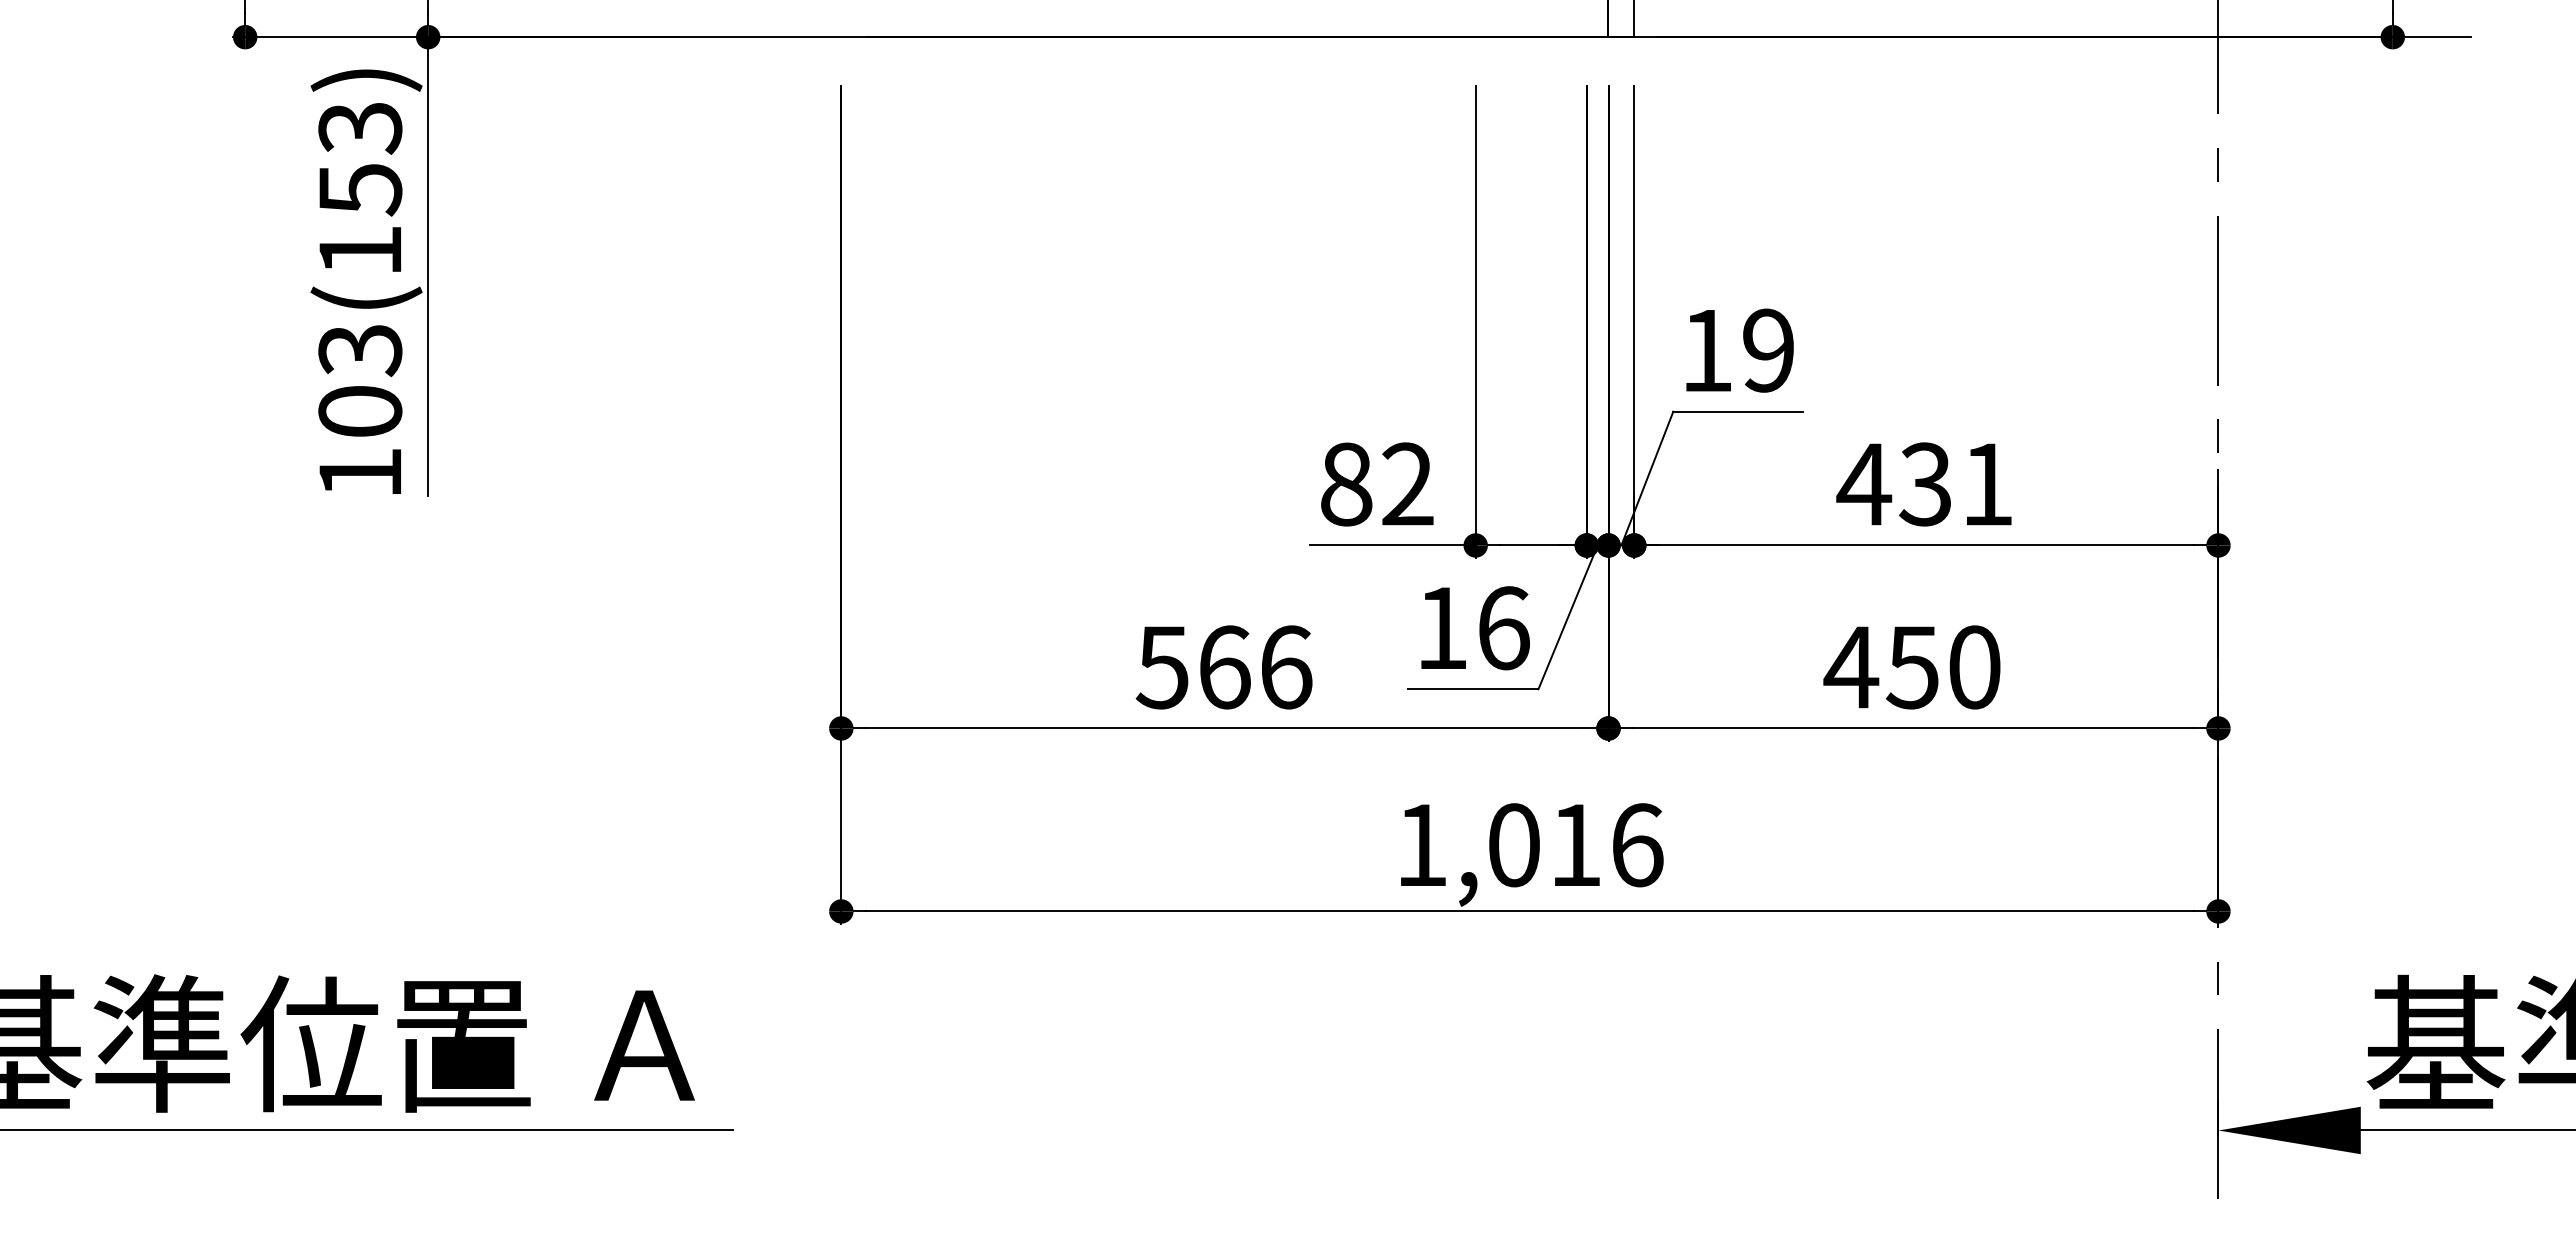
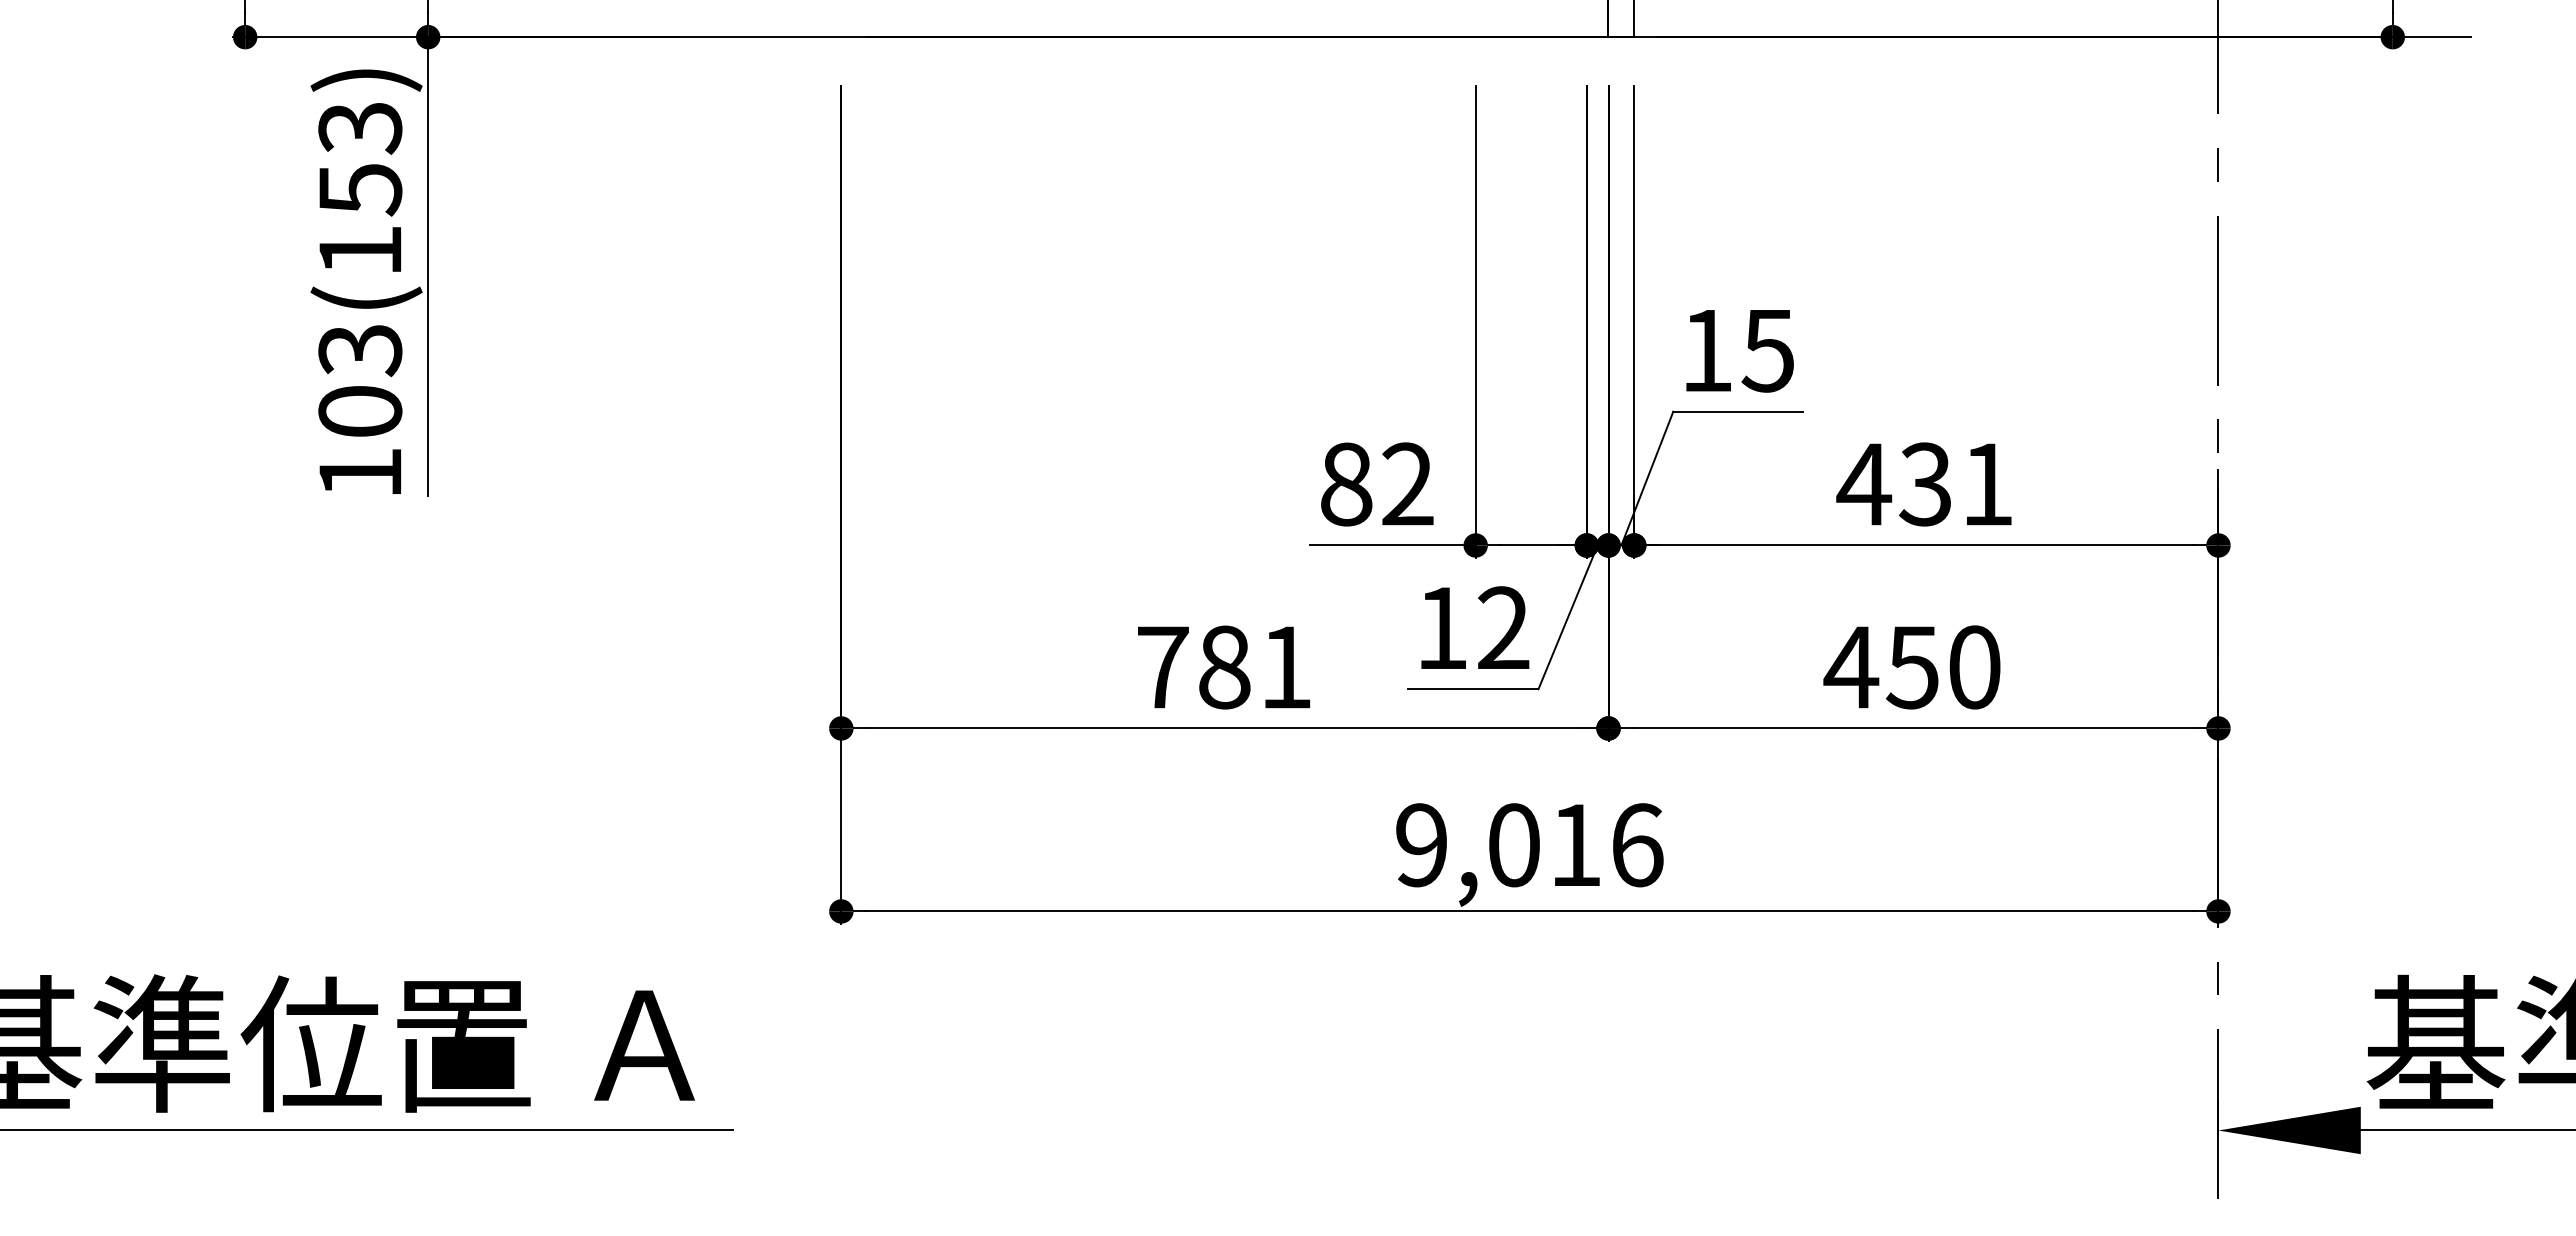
text at (1767, 350): 19 -> 15
text at (1503, 628): 16 -> 12
text at (1223, 667): 566 -> 781
text at (1421, 845): 1,016 -> 9,016
